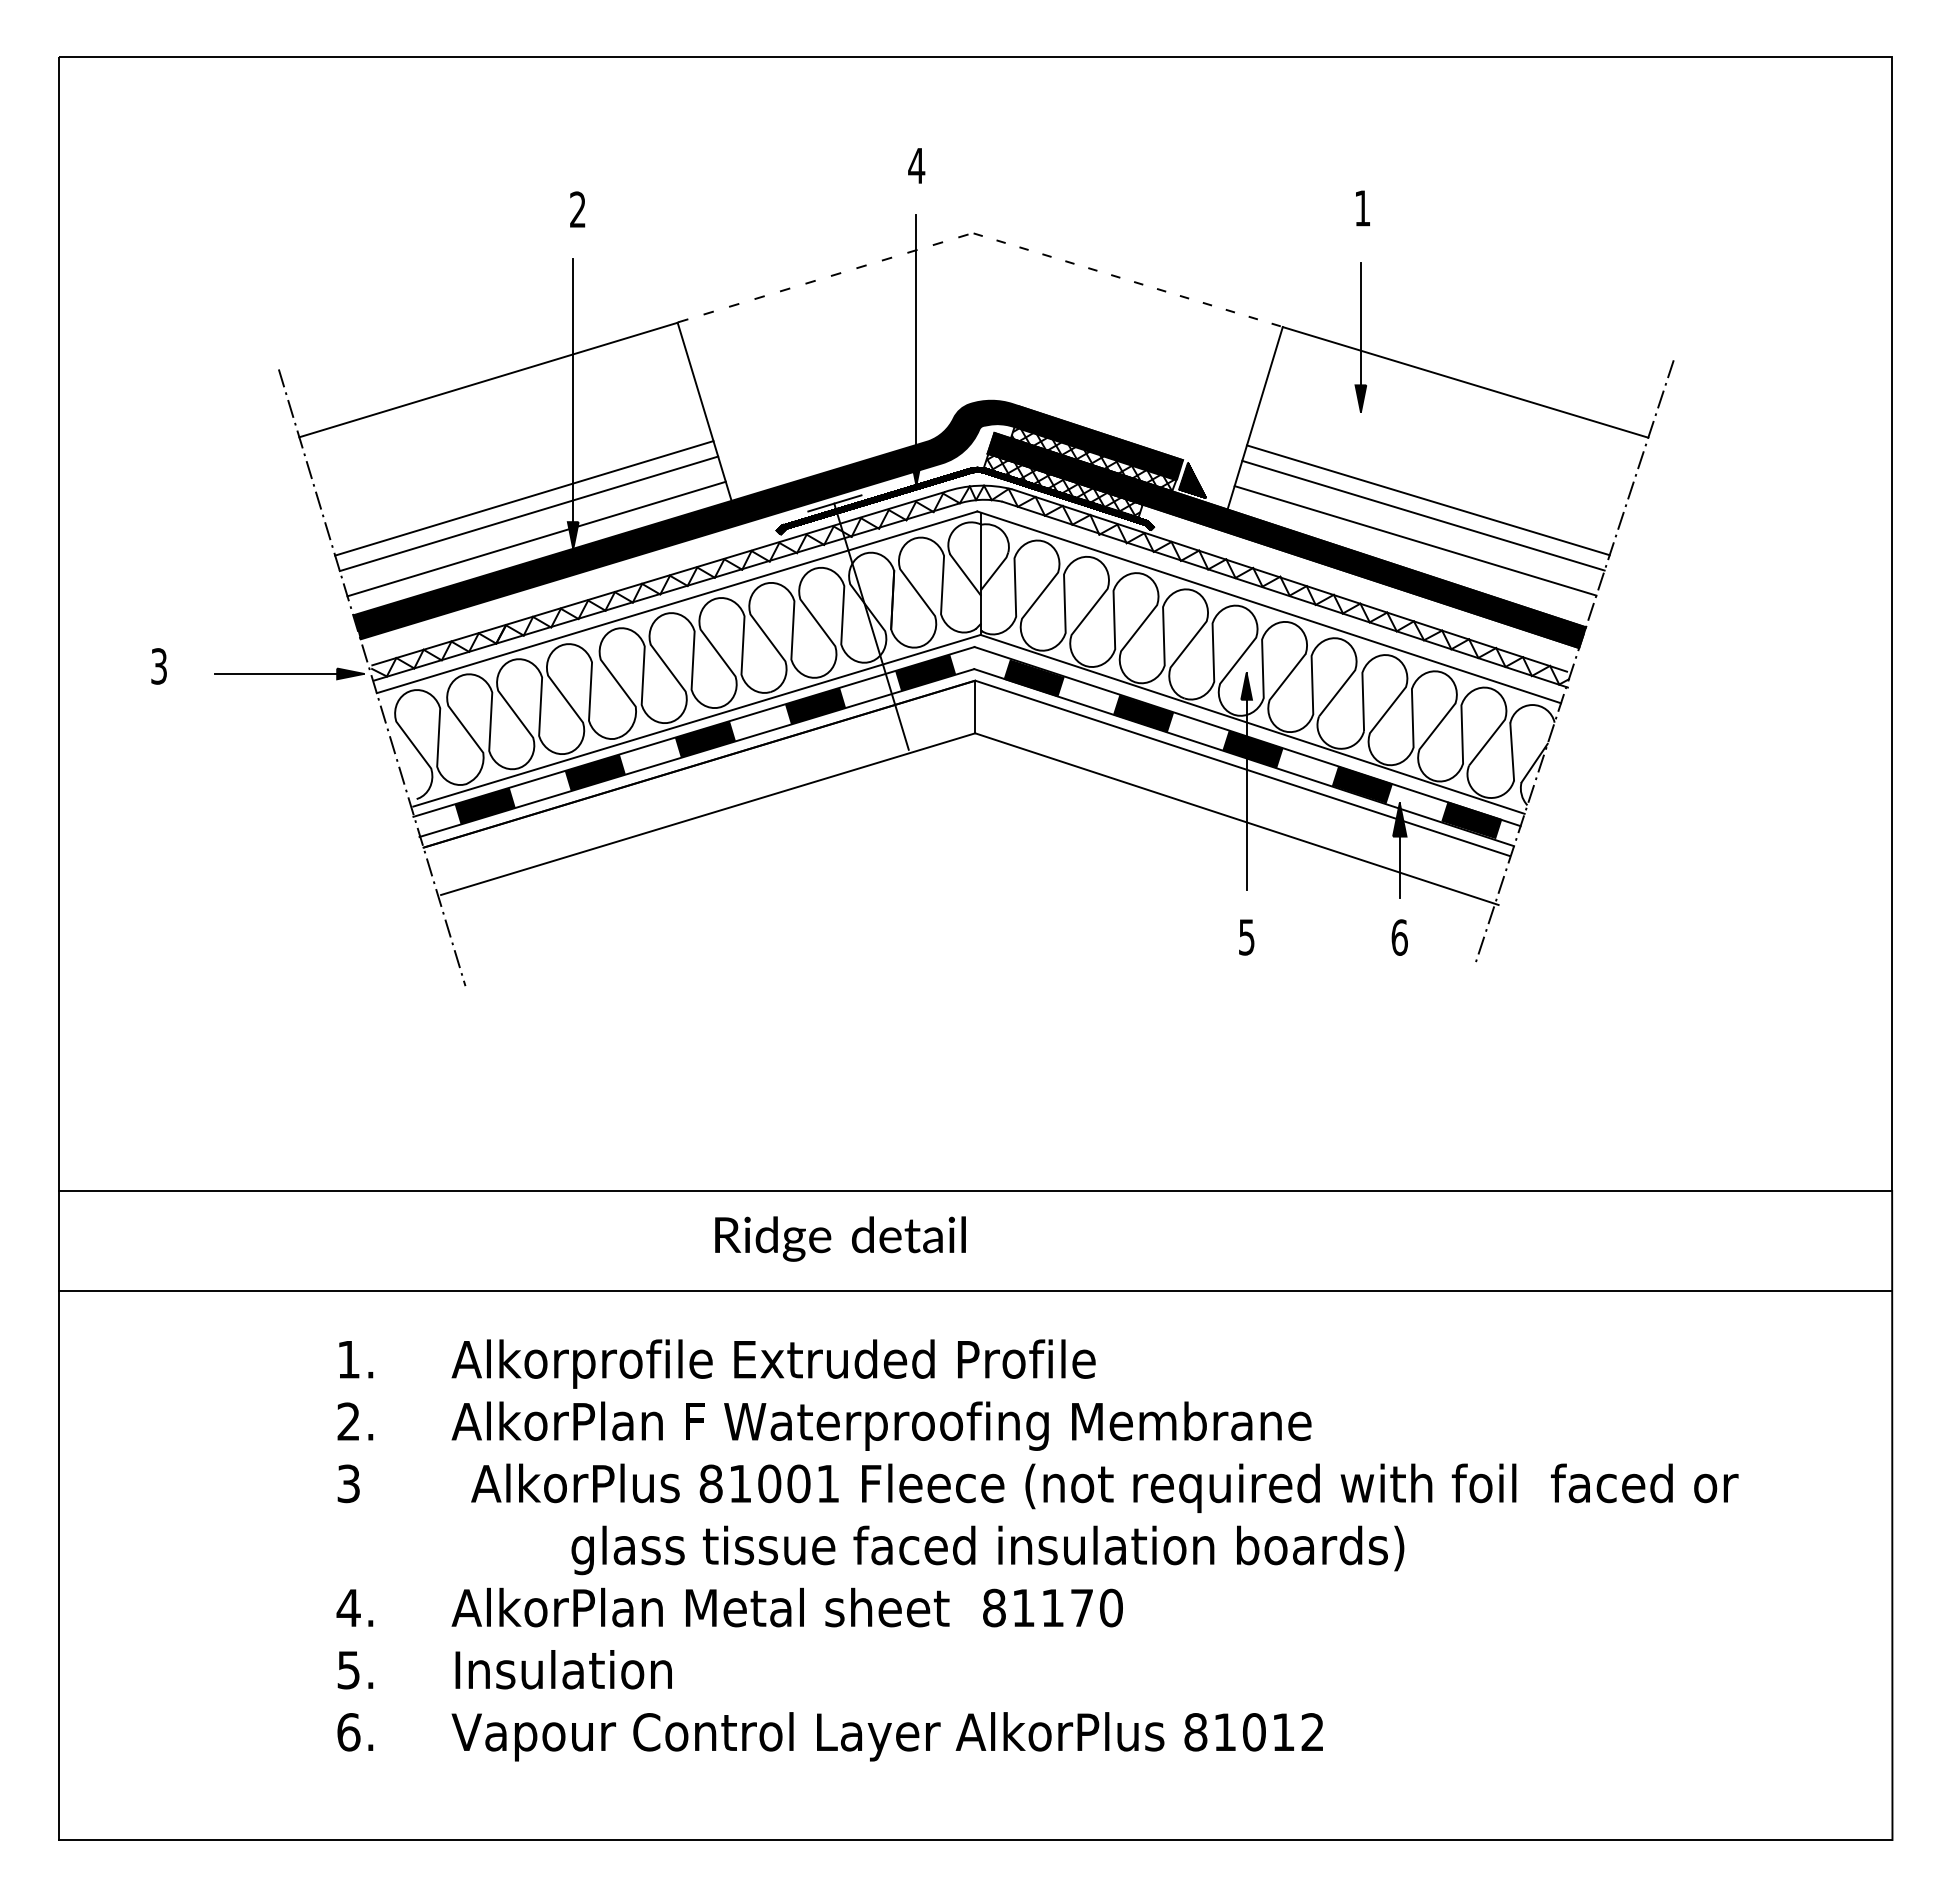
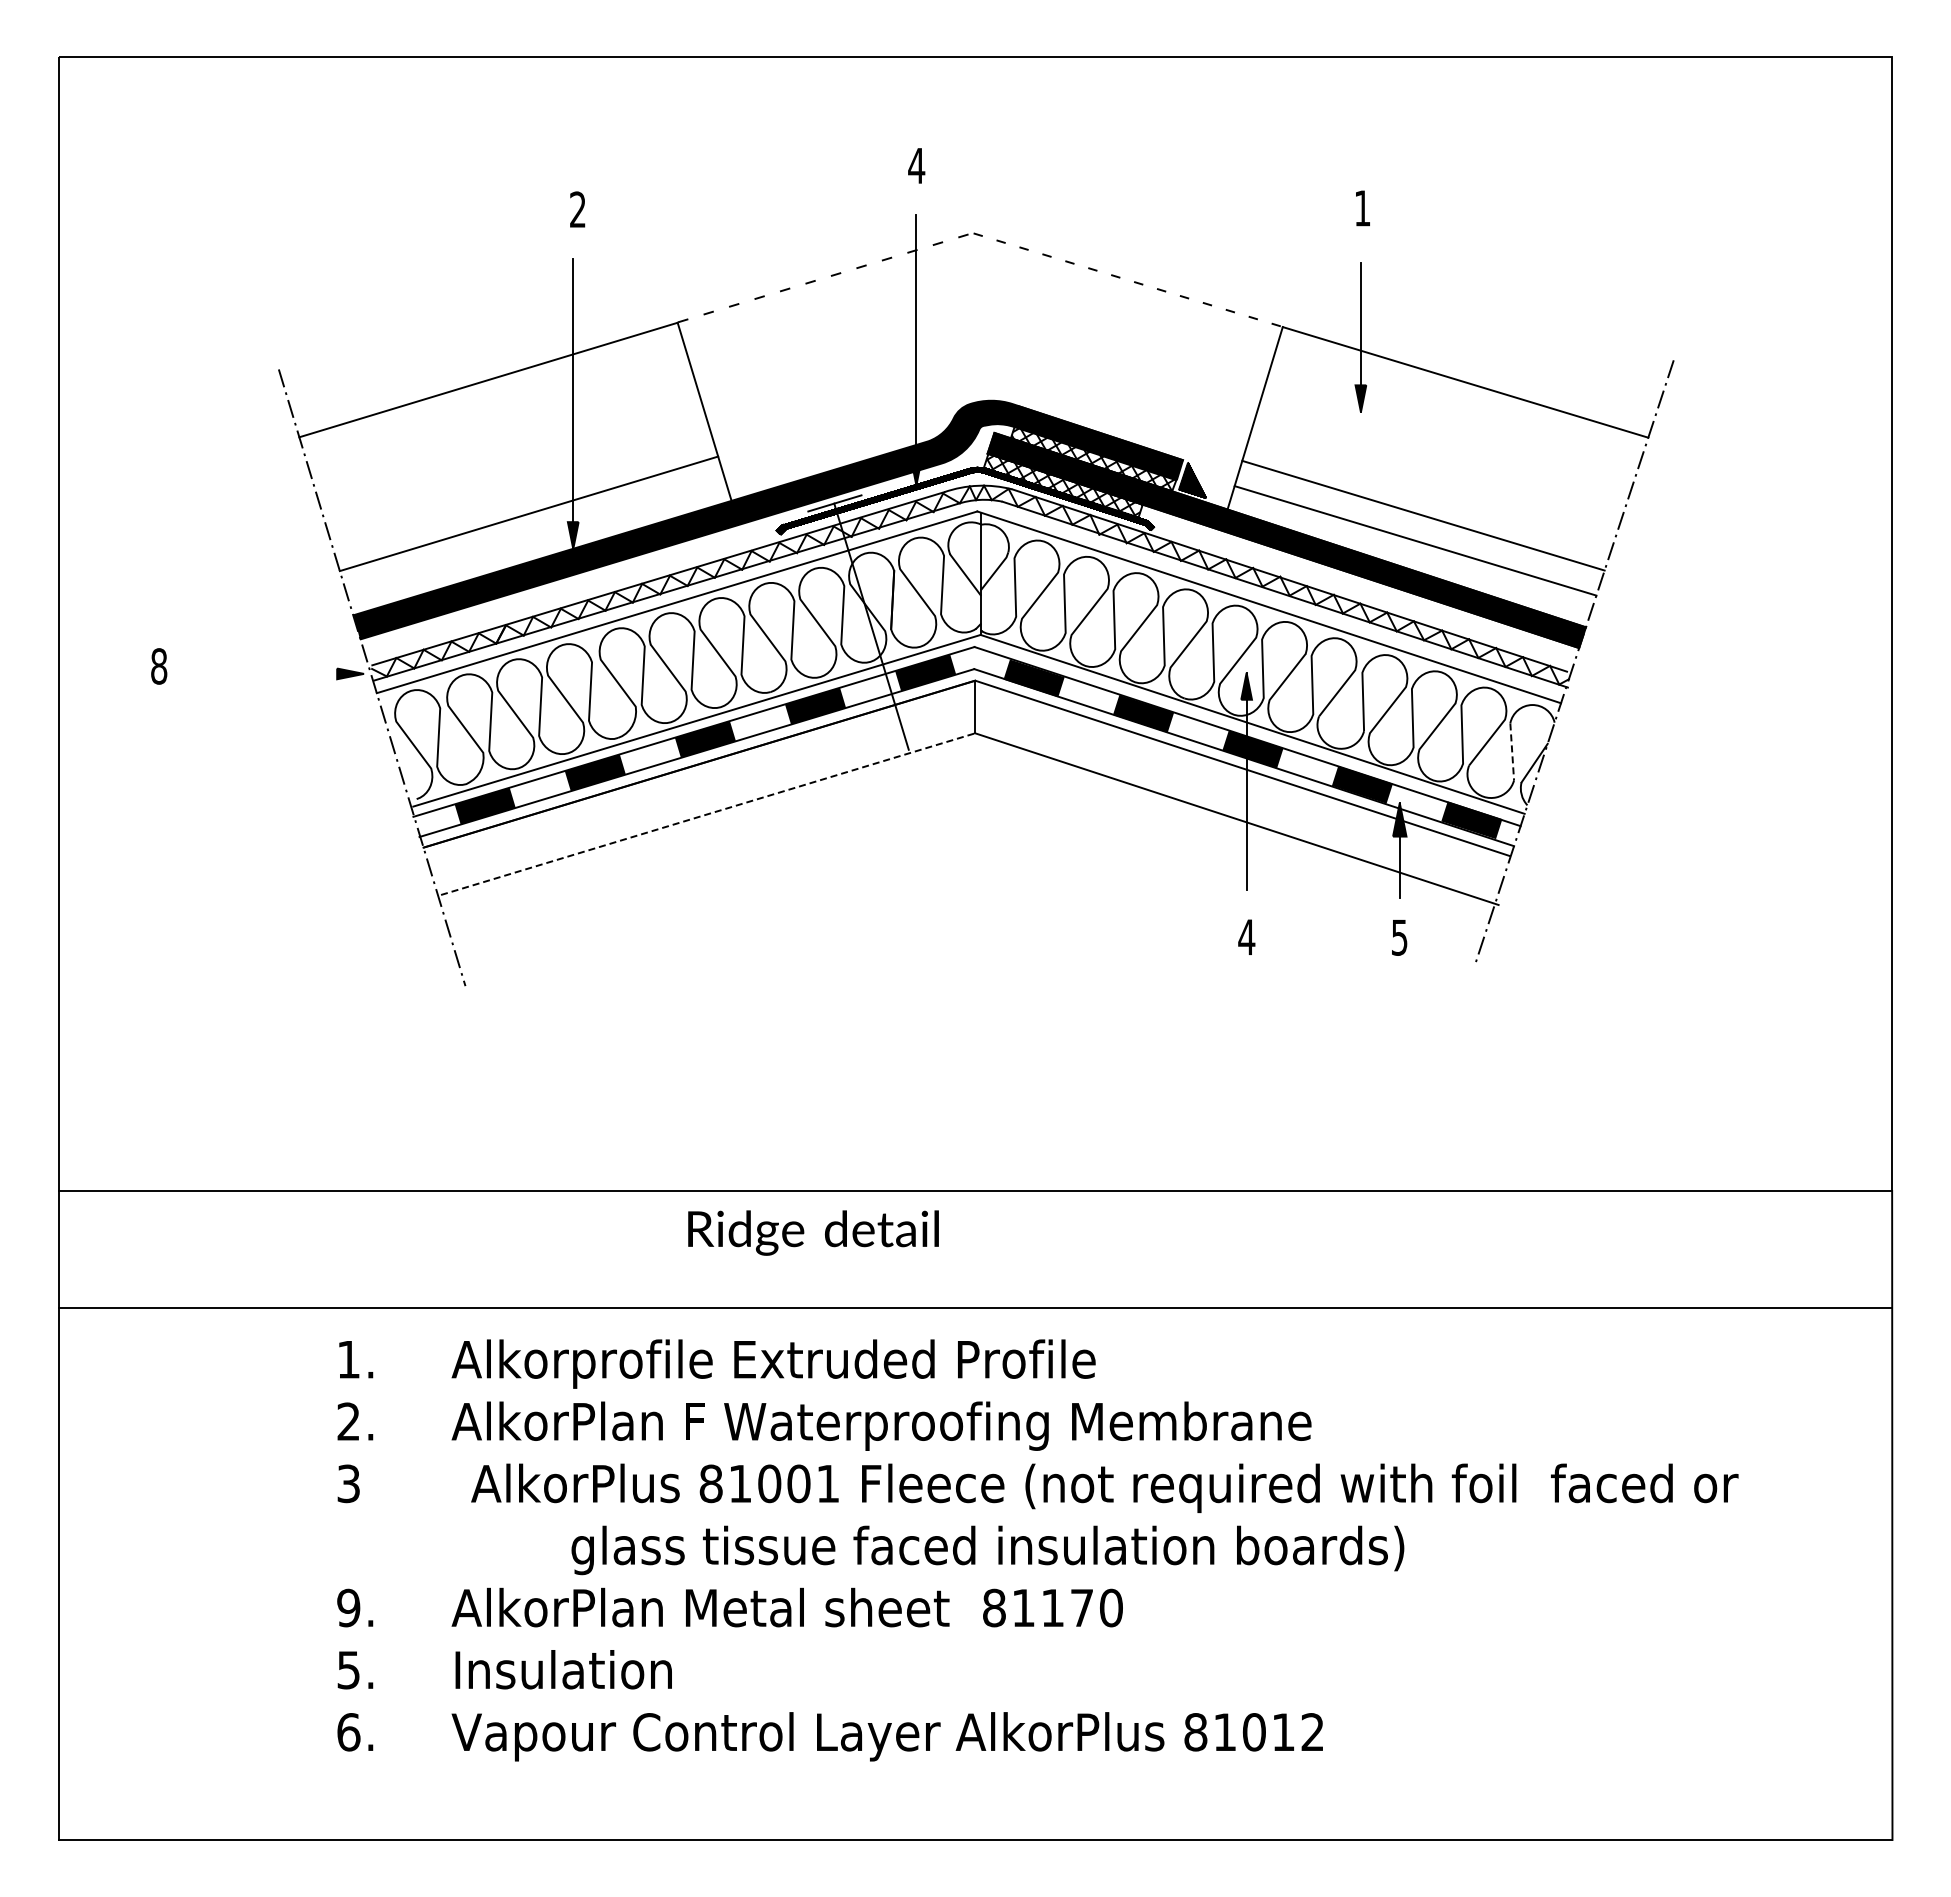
line at (524, 498): present -> none
line at (1427, 500): present -> none
line at (536, 538): present -> none
text at (159, 666): 3 -> 8
line at (289, 673): present -> none
line at (1512, 751): solid -> dashed
line at (708, 814): solid -> dashed
text at (1246, 937): 5 -> 4
text at (1399, 937): 6 -> 5
text at (840, 1238) position: (840, 1238) -> (813, 1232)
line at (975, 1290) position: (975, 1290) -> (975, 1307)
text at (348, 1607): 4. -> 9.
